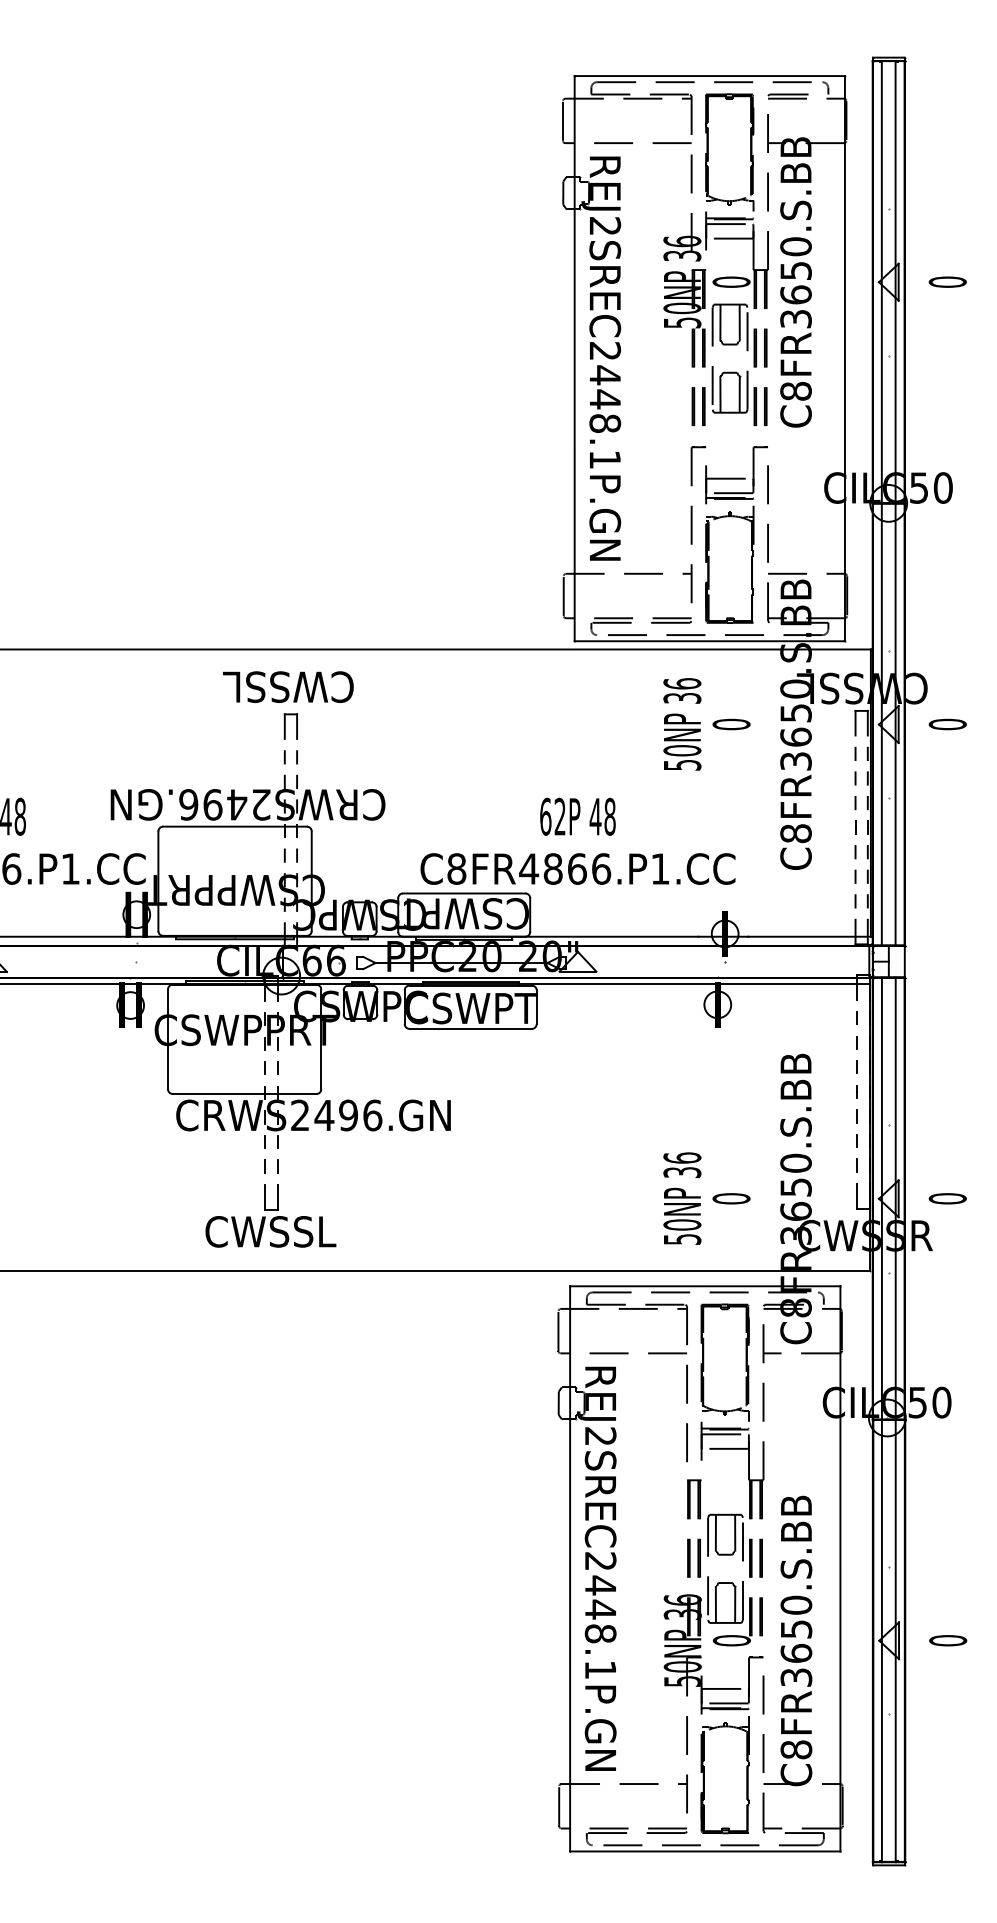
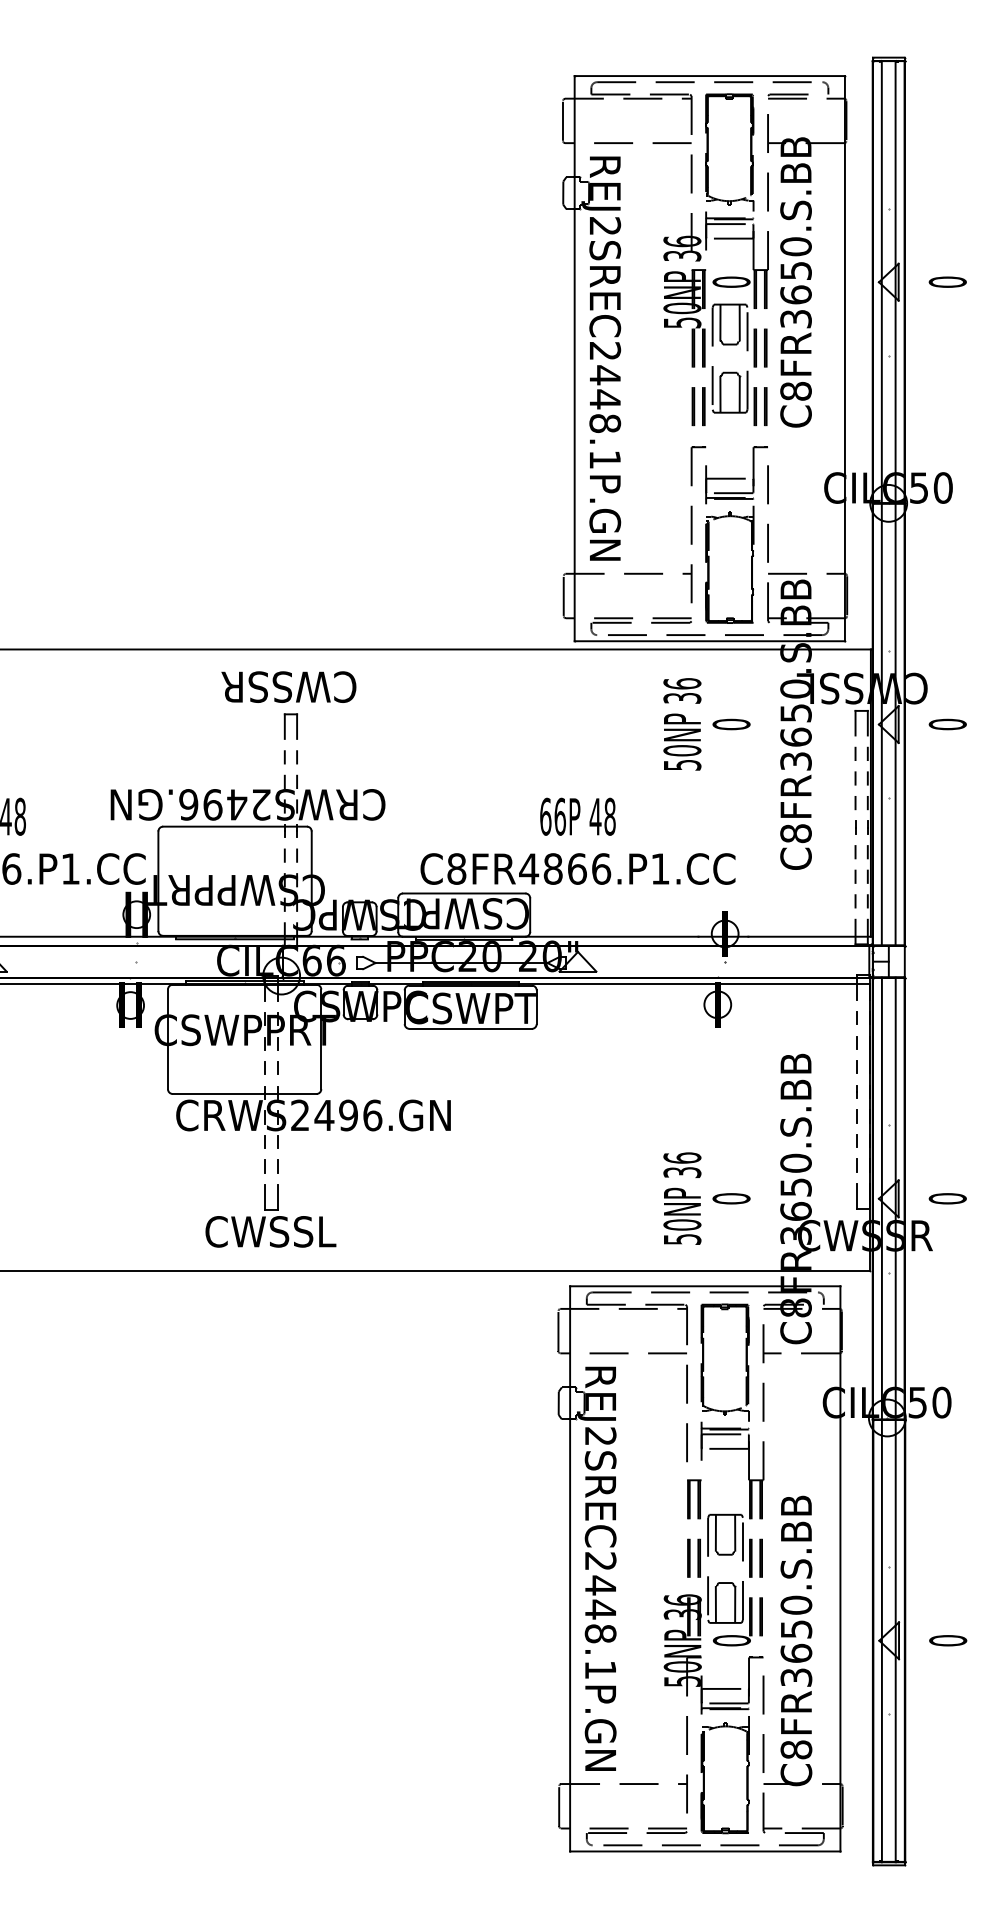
text at (288, 686): CWSSL -> CWSSR
text at (559, 816): 62P -> 66P
